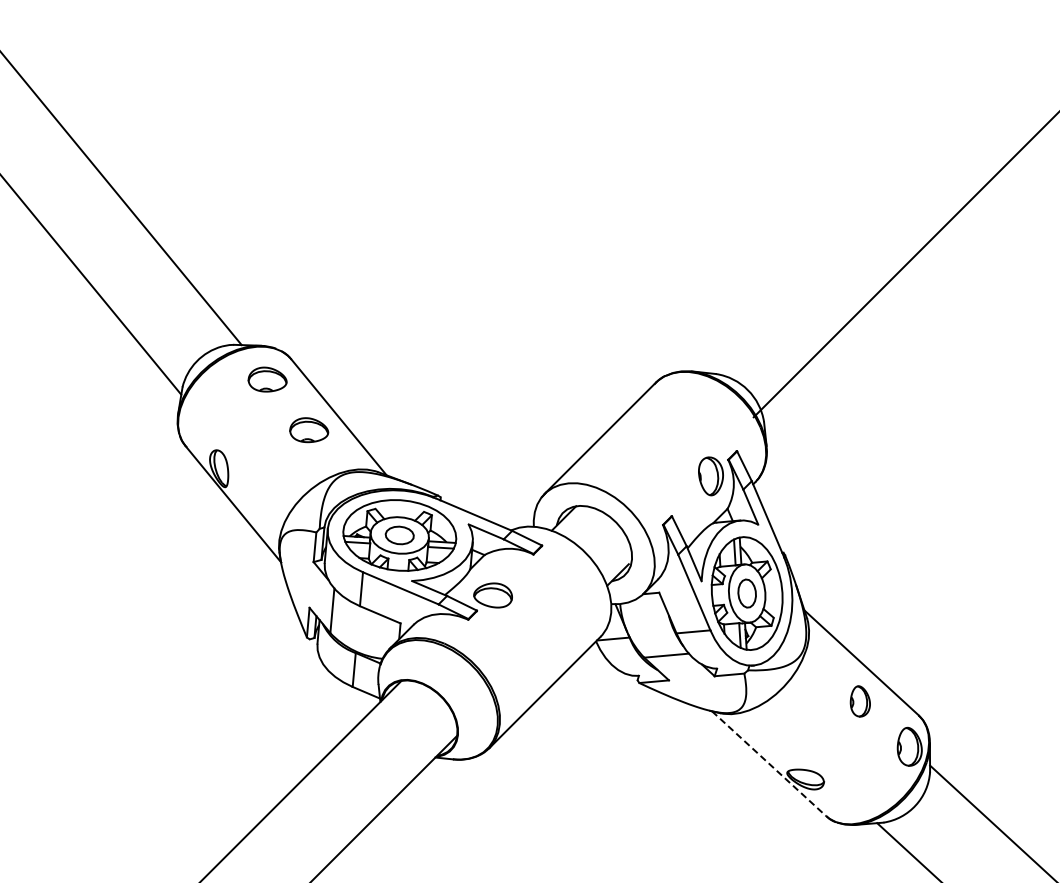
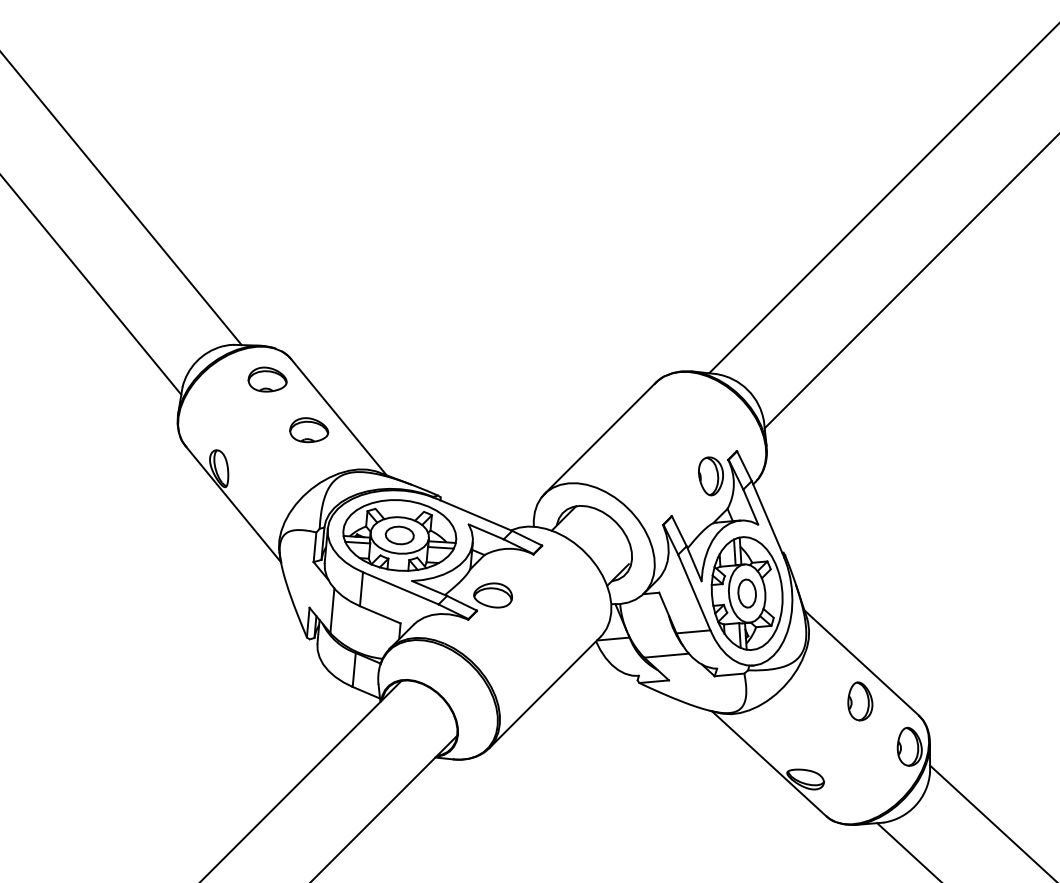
line at (882, 199): none -> present
line at (904, 265) position: (904, 265) -> (910, 282)
part at (859, 701) size: 22x33 px -> 27x41 px
line at (769, 763): dashed -> solid
